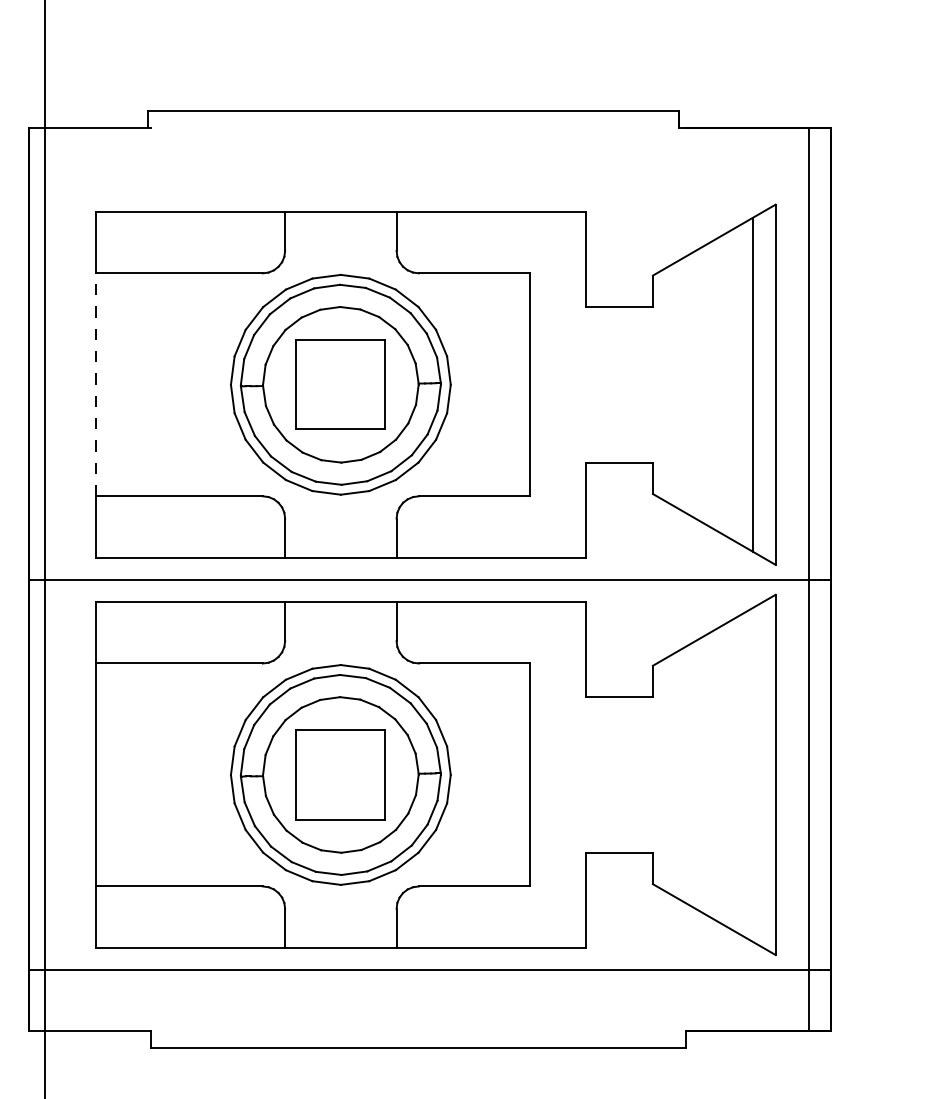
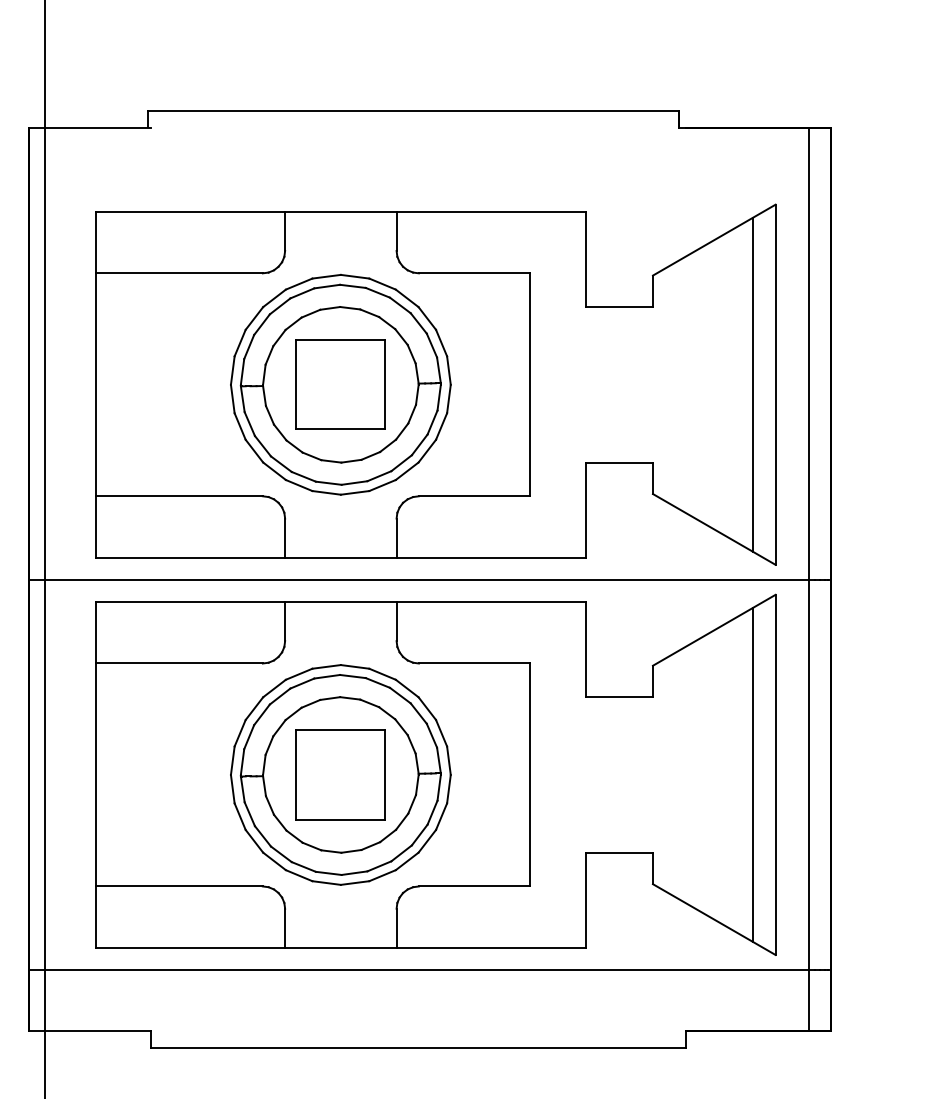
line at (95, 384): dashed -> solid
line at (753, 774): none -> present
